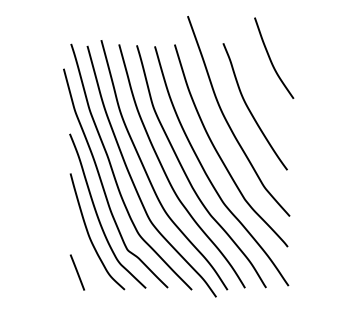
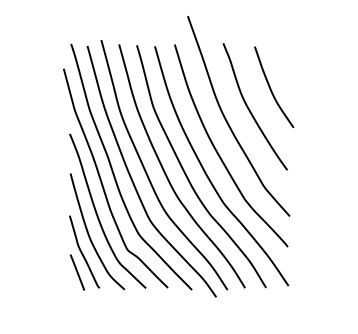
curve at (271, 59) position: (271, 59) -> (271, 88)
curve at (82, 252): none -> present
